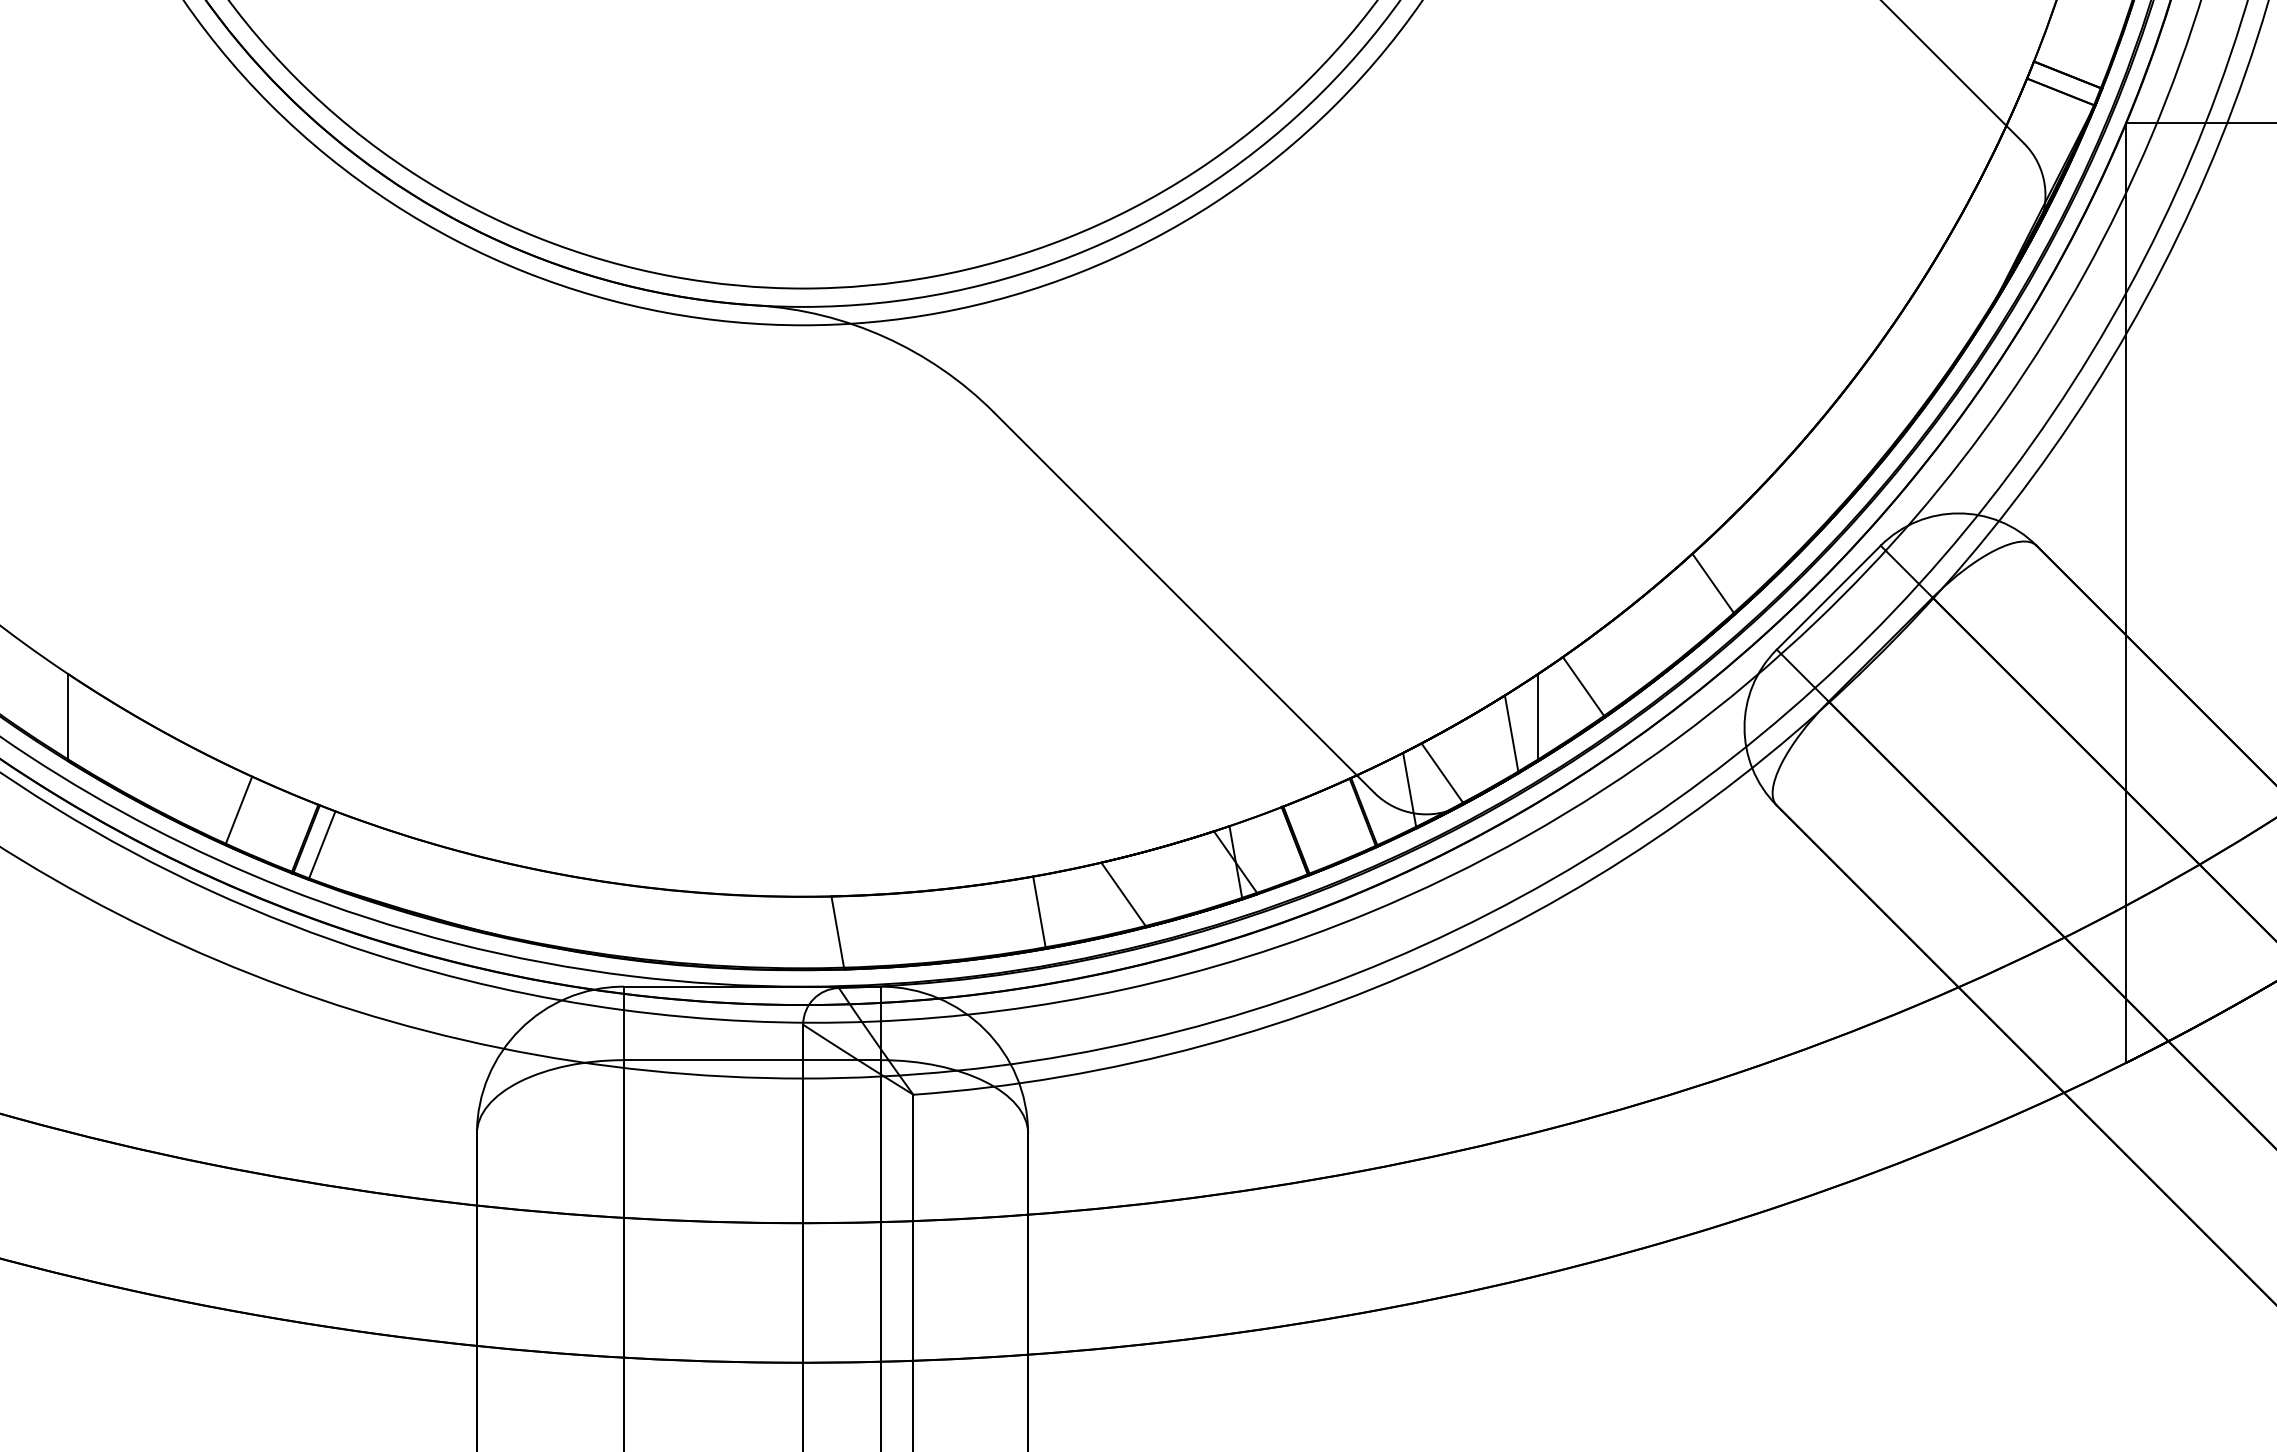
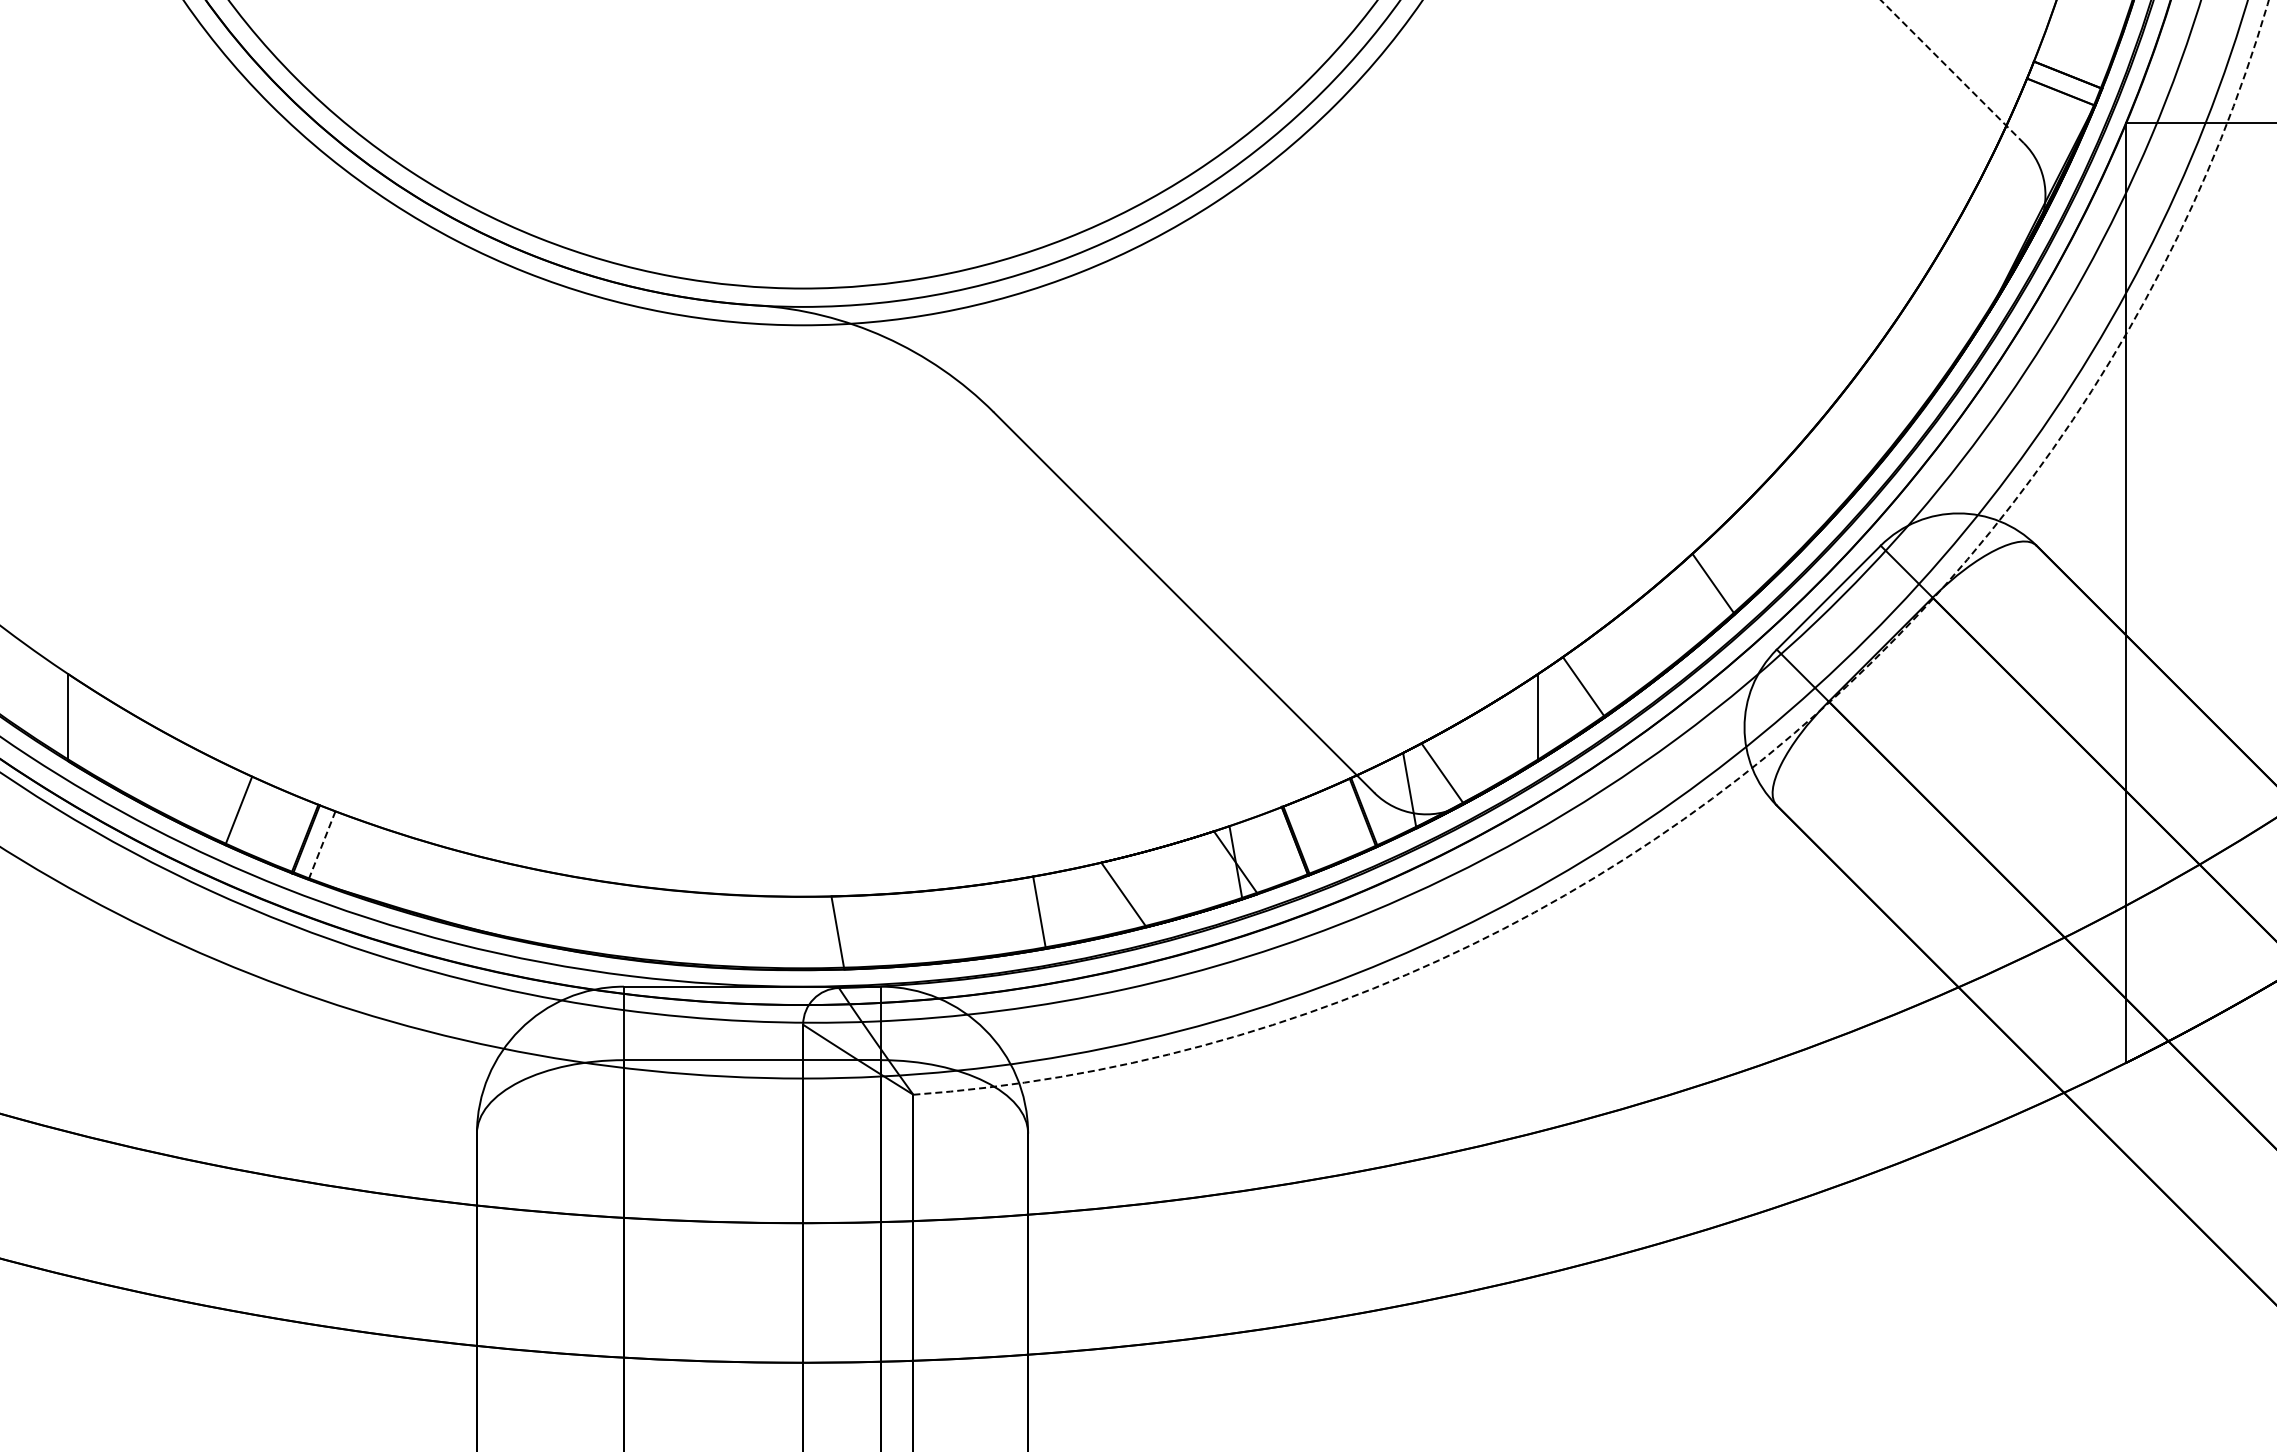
line at (1951, 71): solid -> dashed
line at (1511, 734): present -> none
arc at (1765, 757): solid -> dashed
line at (322, 845): solid -> dashed
